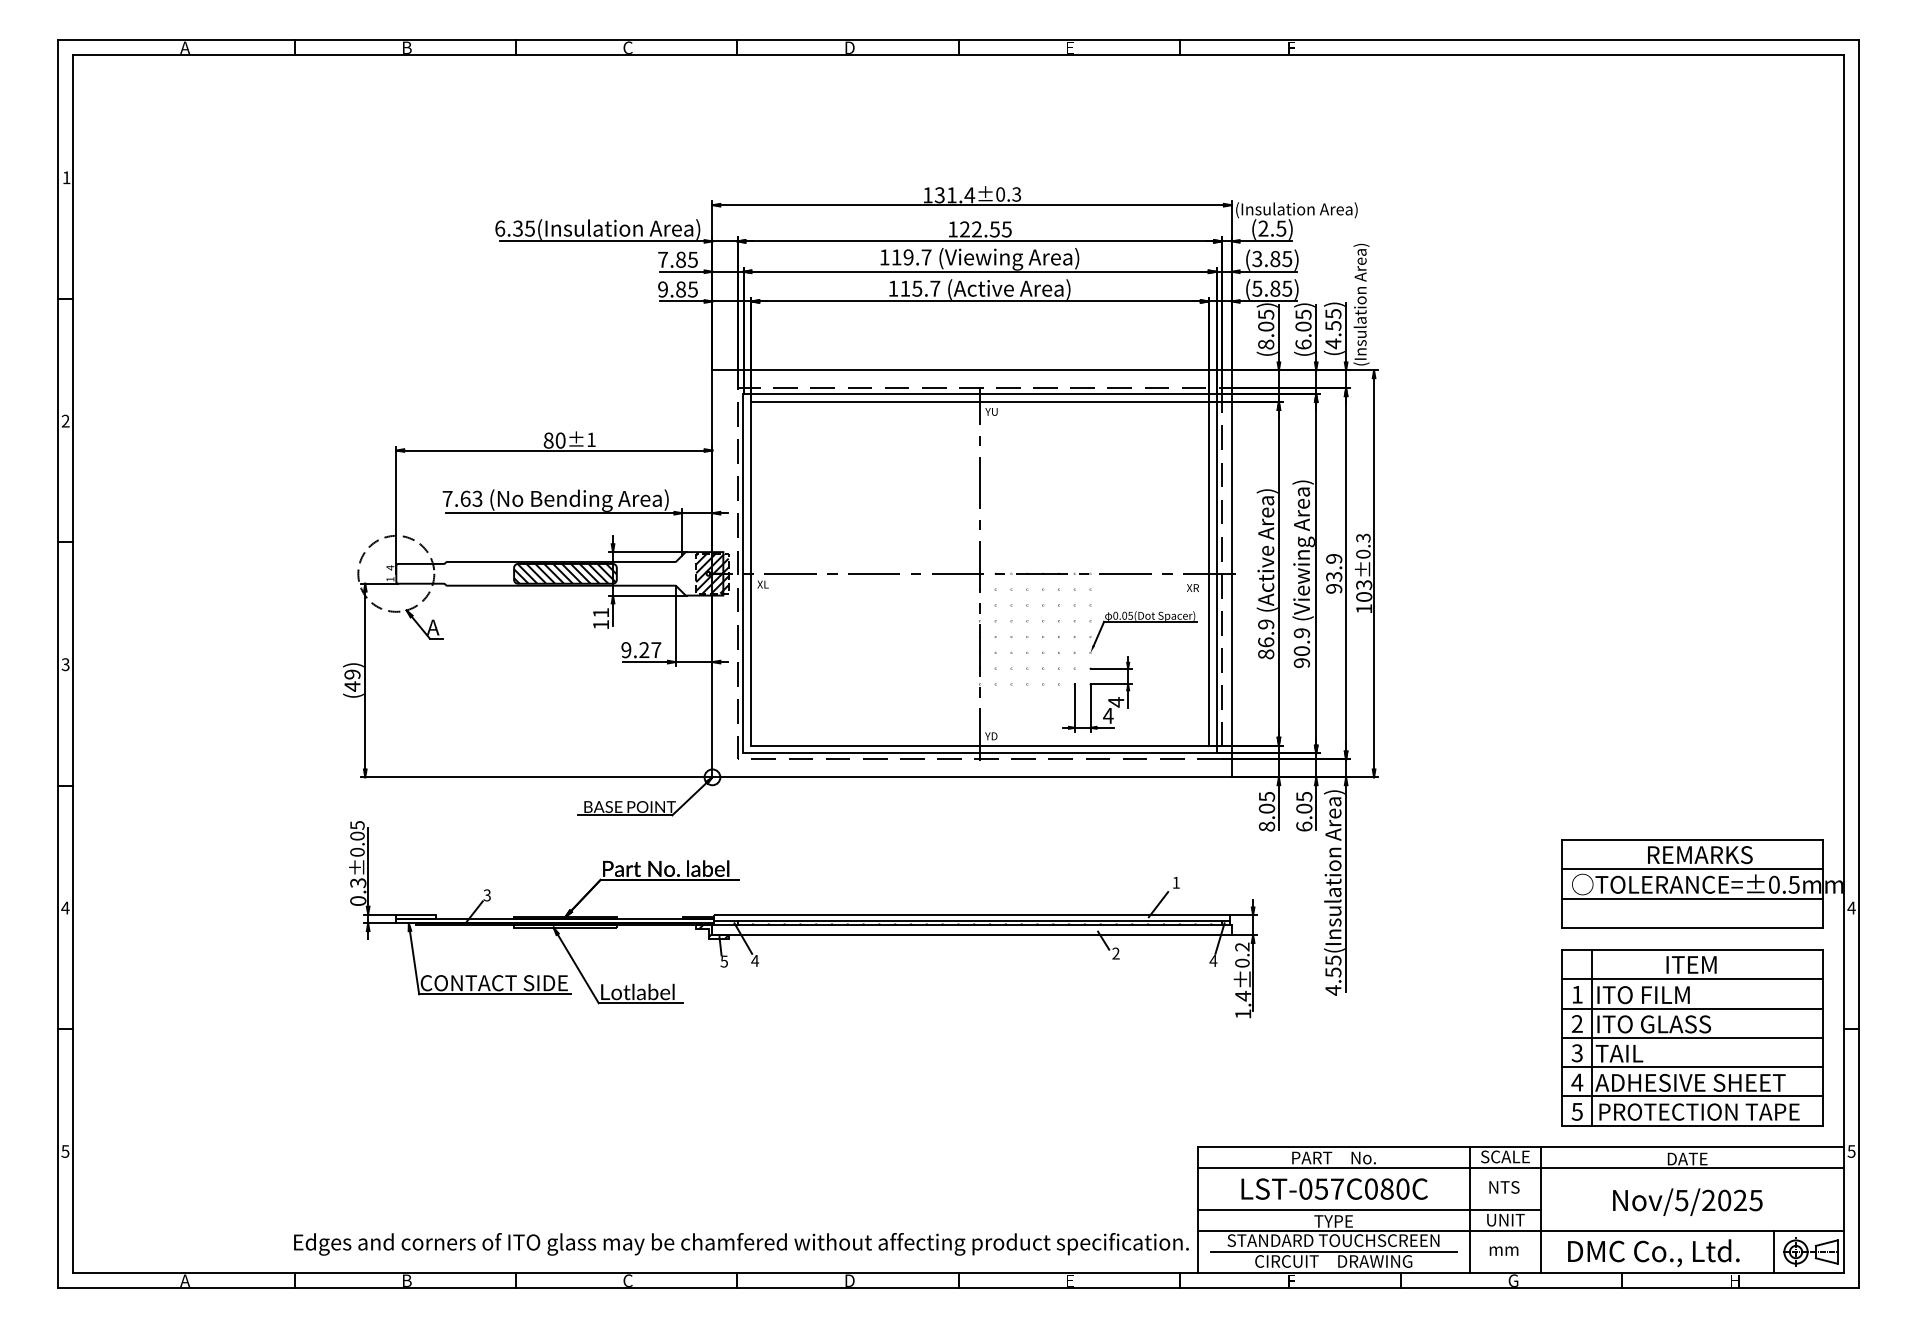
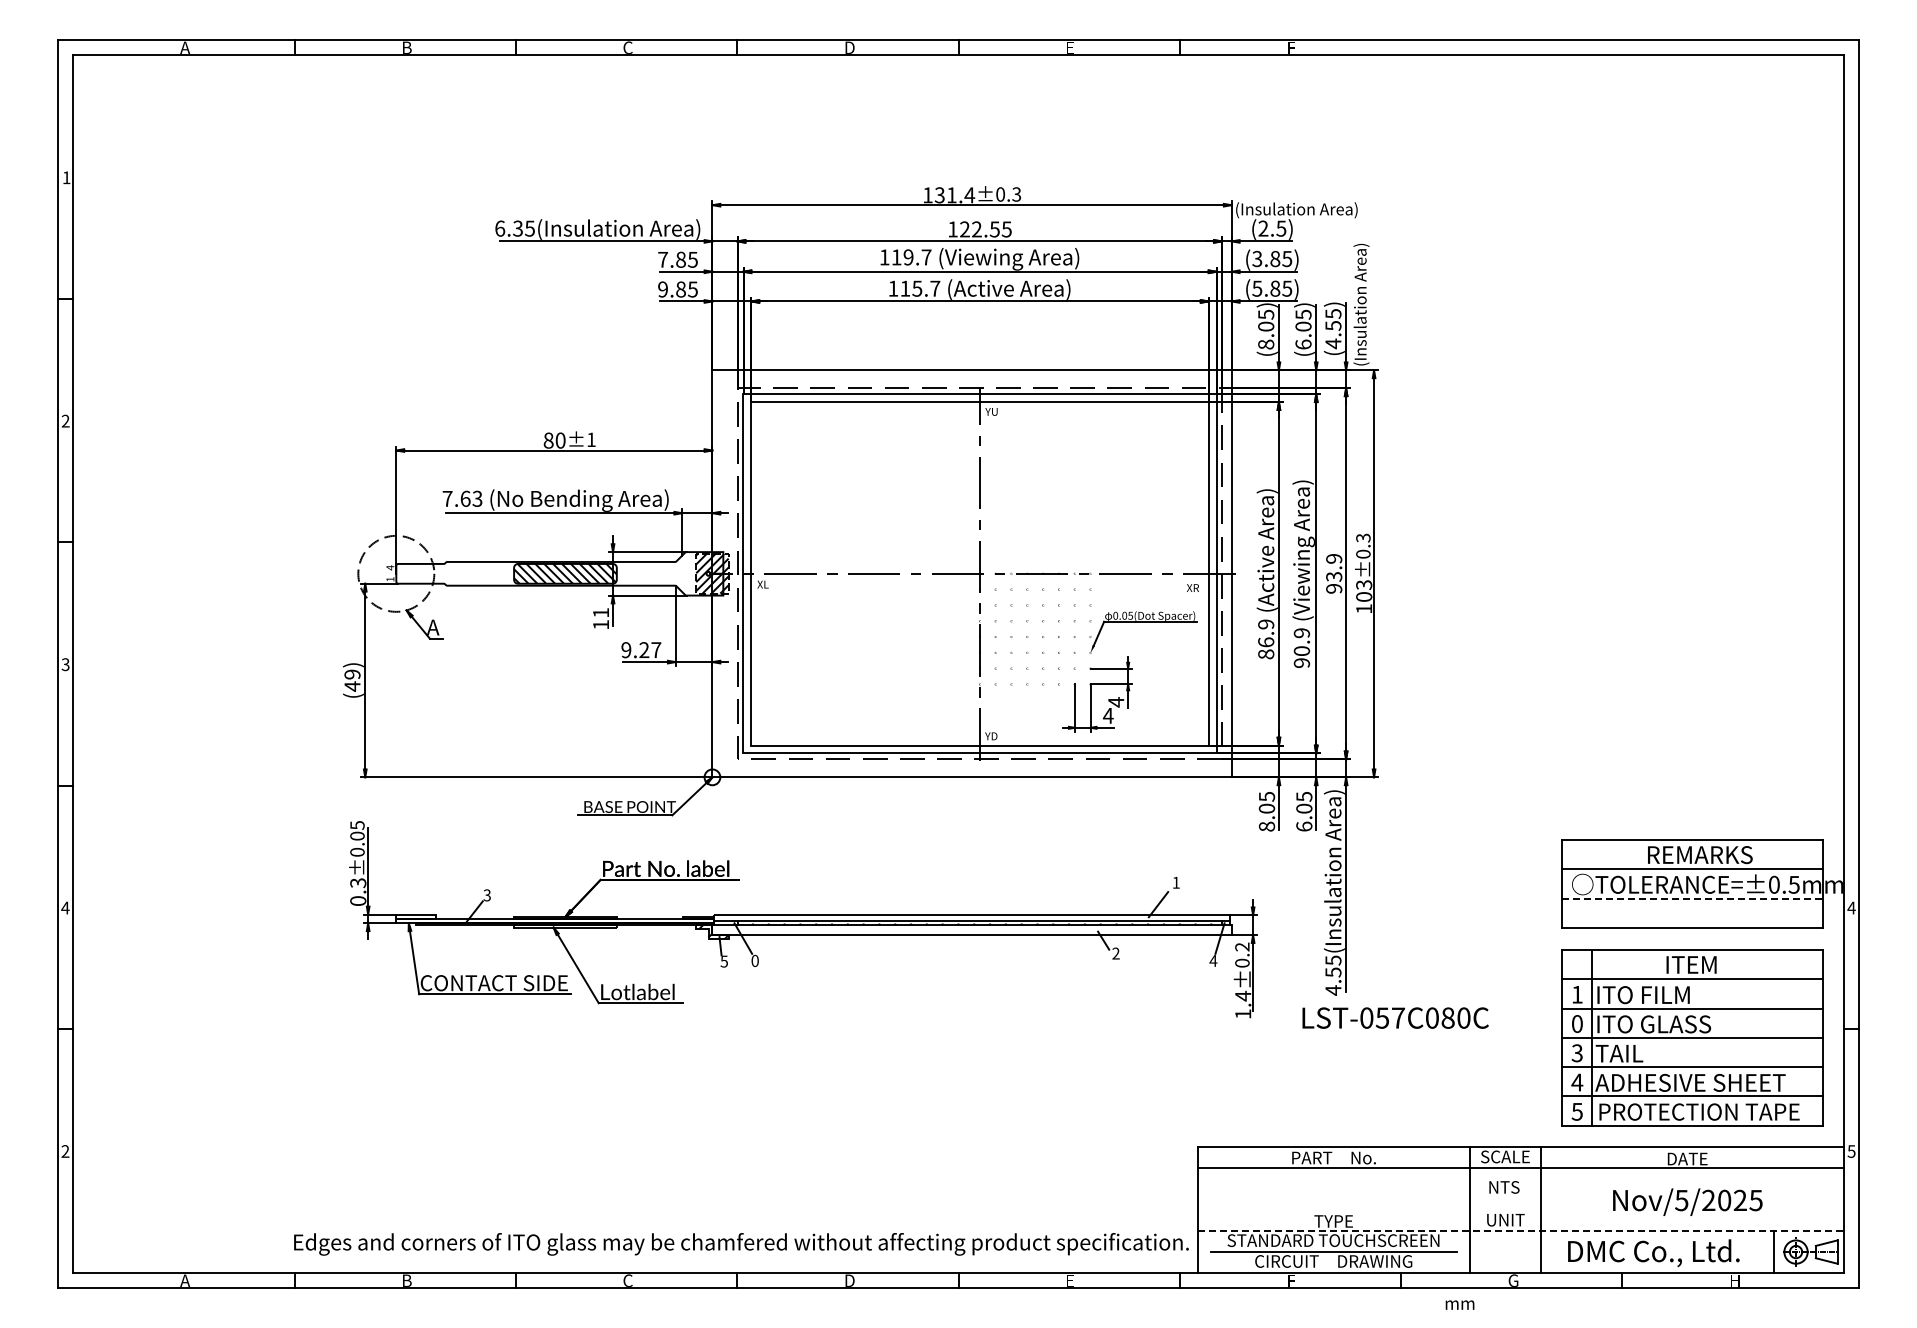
line at (1692, 898): solid -> dashed
text at (755, 960): 4 -> 0
text at (1576, 1024): 2 -> 0
text at (65, 1151): 5 -> 2
text at (1334, 1188) position: (1334, 1188) -> (1395, 1017)
line at (1369, 1209): present -> none
line at (1520, 1230): solid -> dashed
text at (1503, 1250) position: (1503, 1250) -> (1459, 1304)
